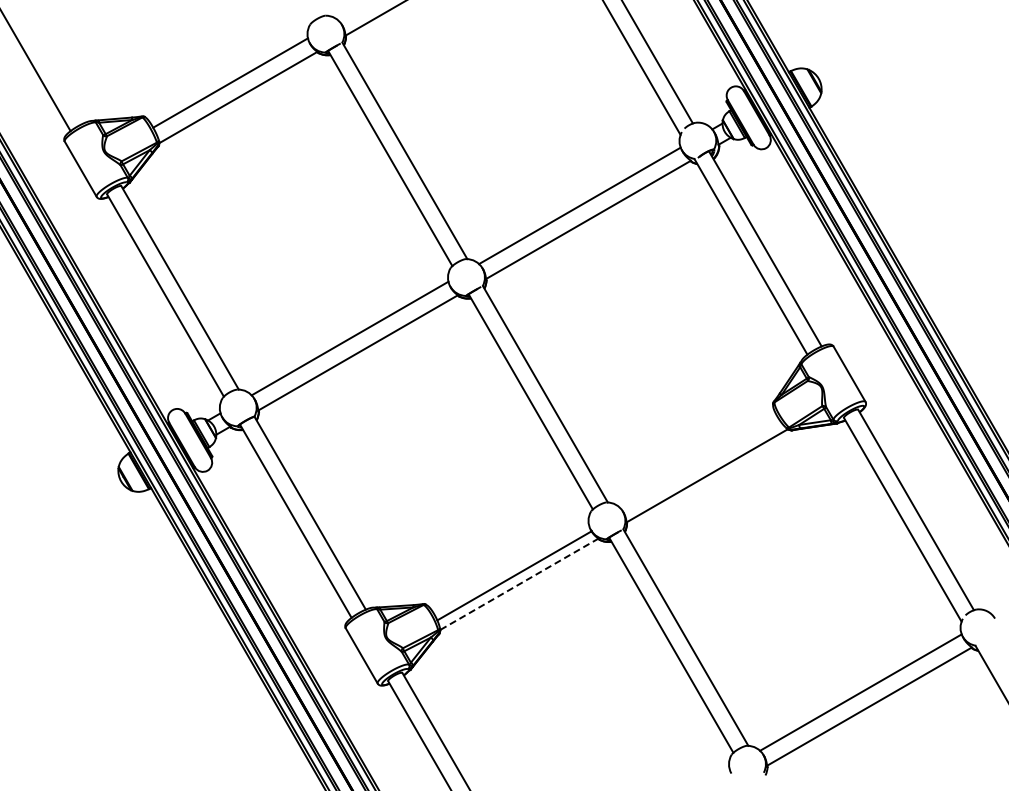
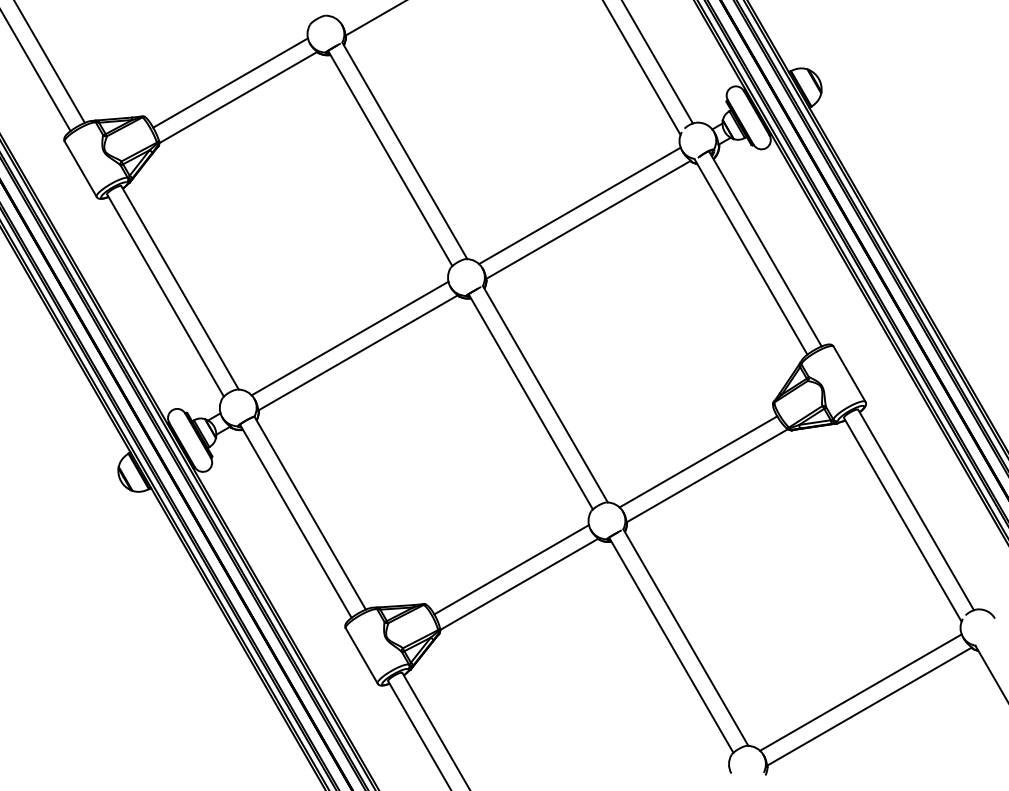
line at (49, 62): none -> present
line at (698, 461): none -> present
line at (514, 575) position: (514, 575) -> (511, 569)
line at (519, 584): dashed -> solid
